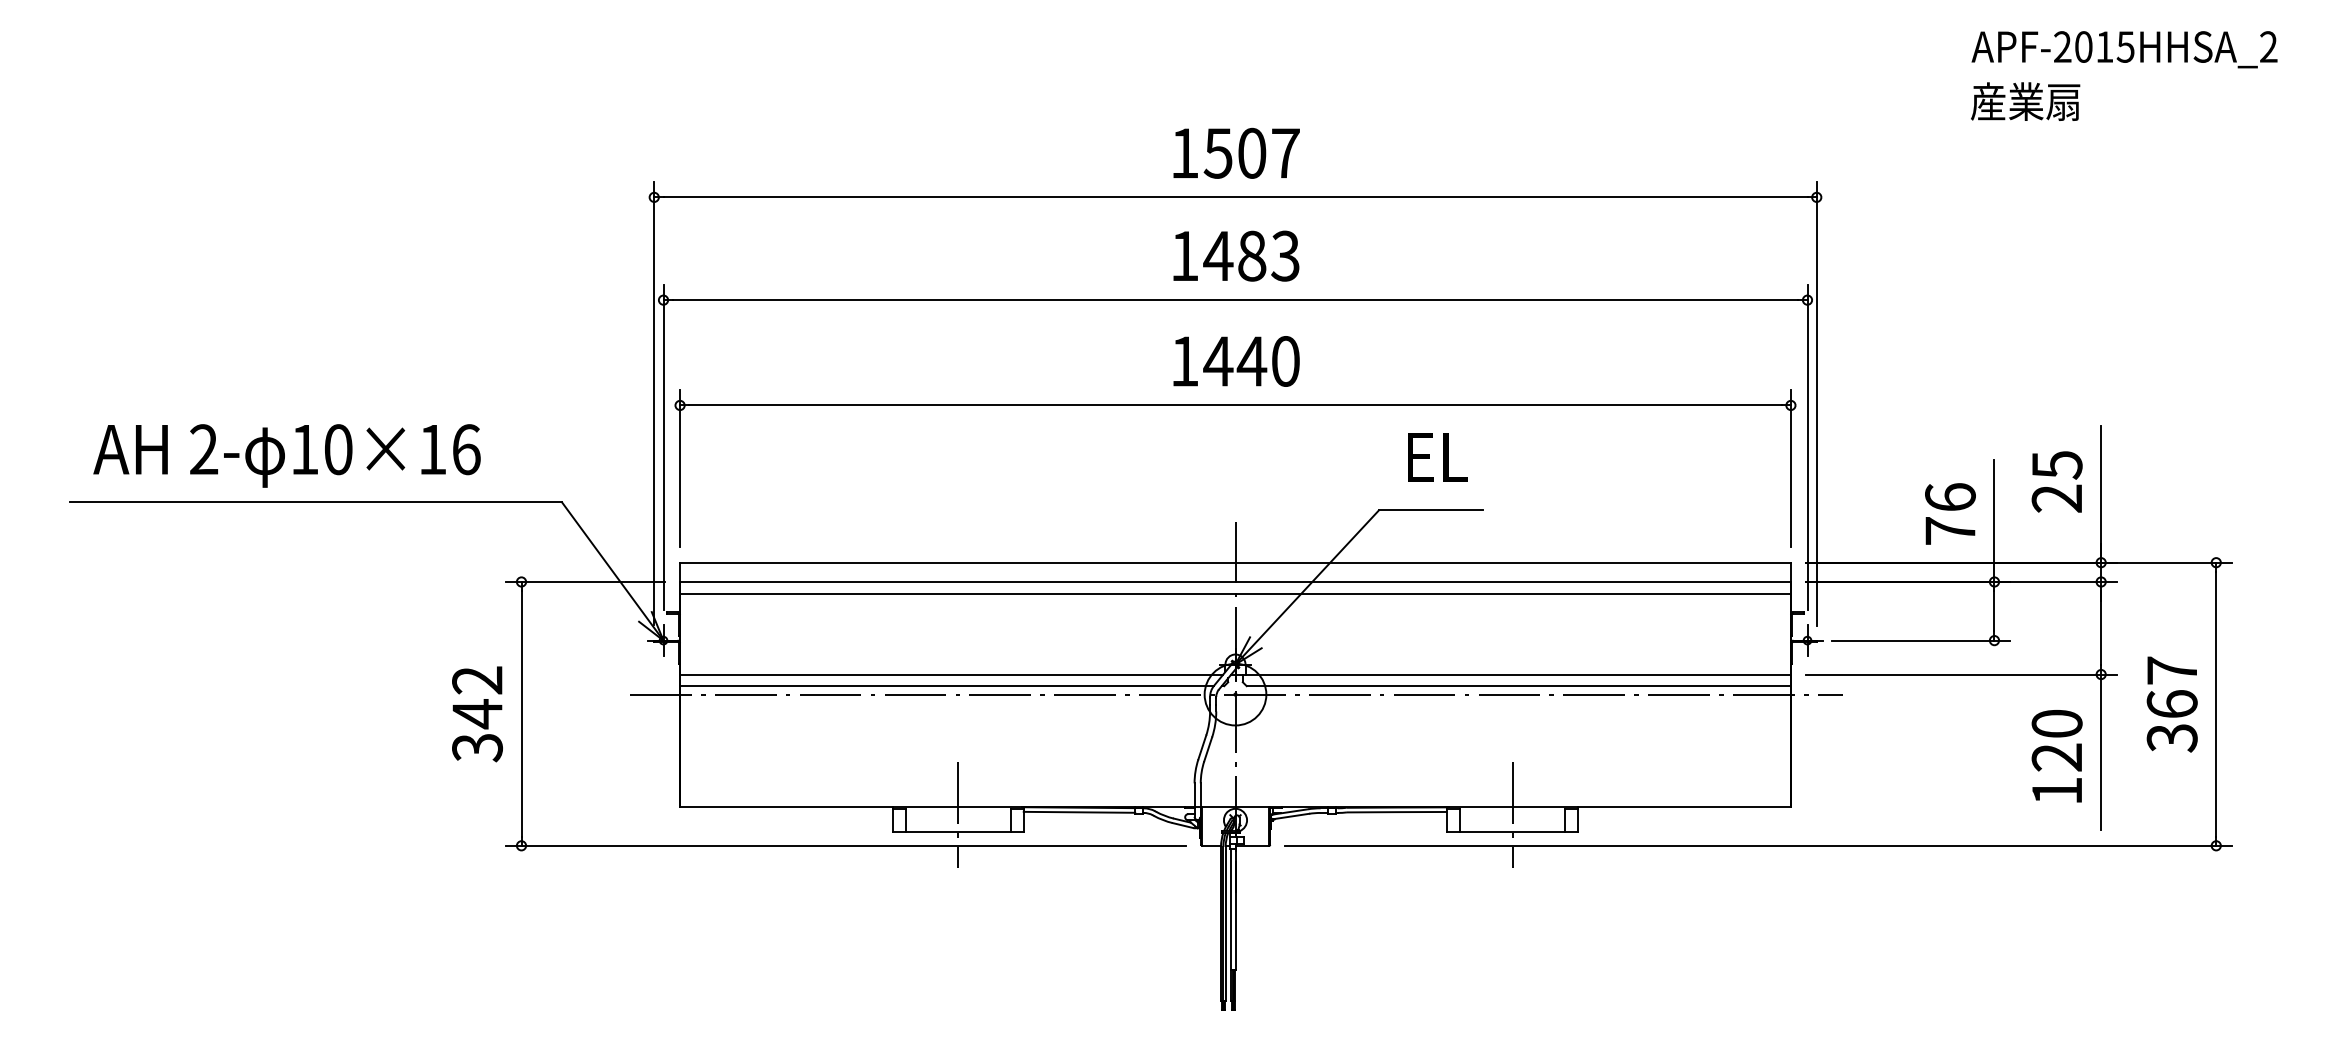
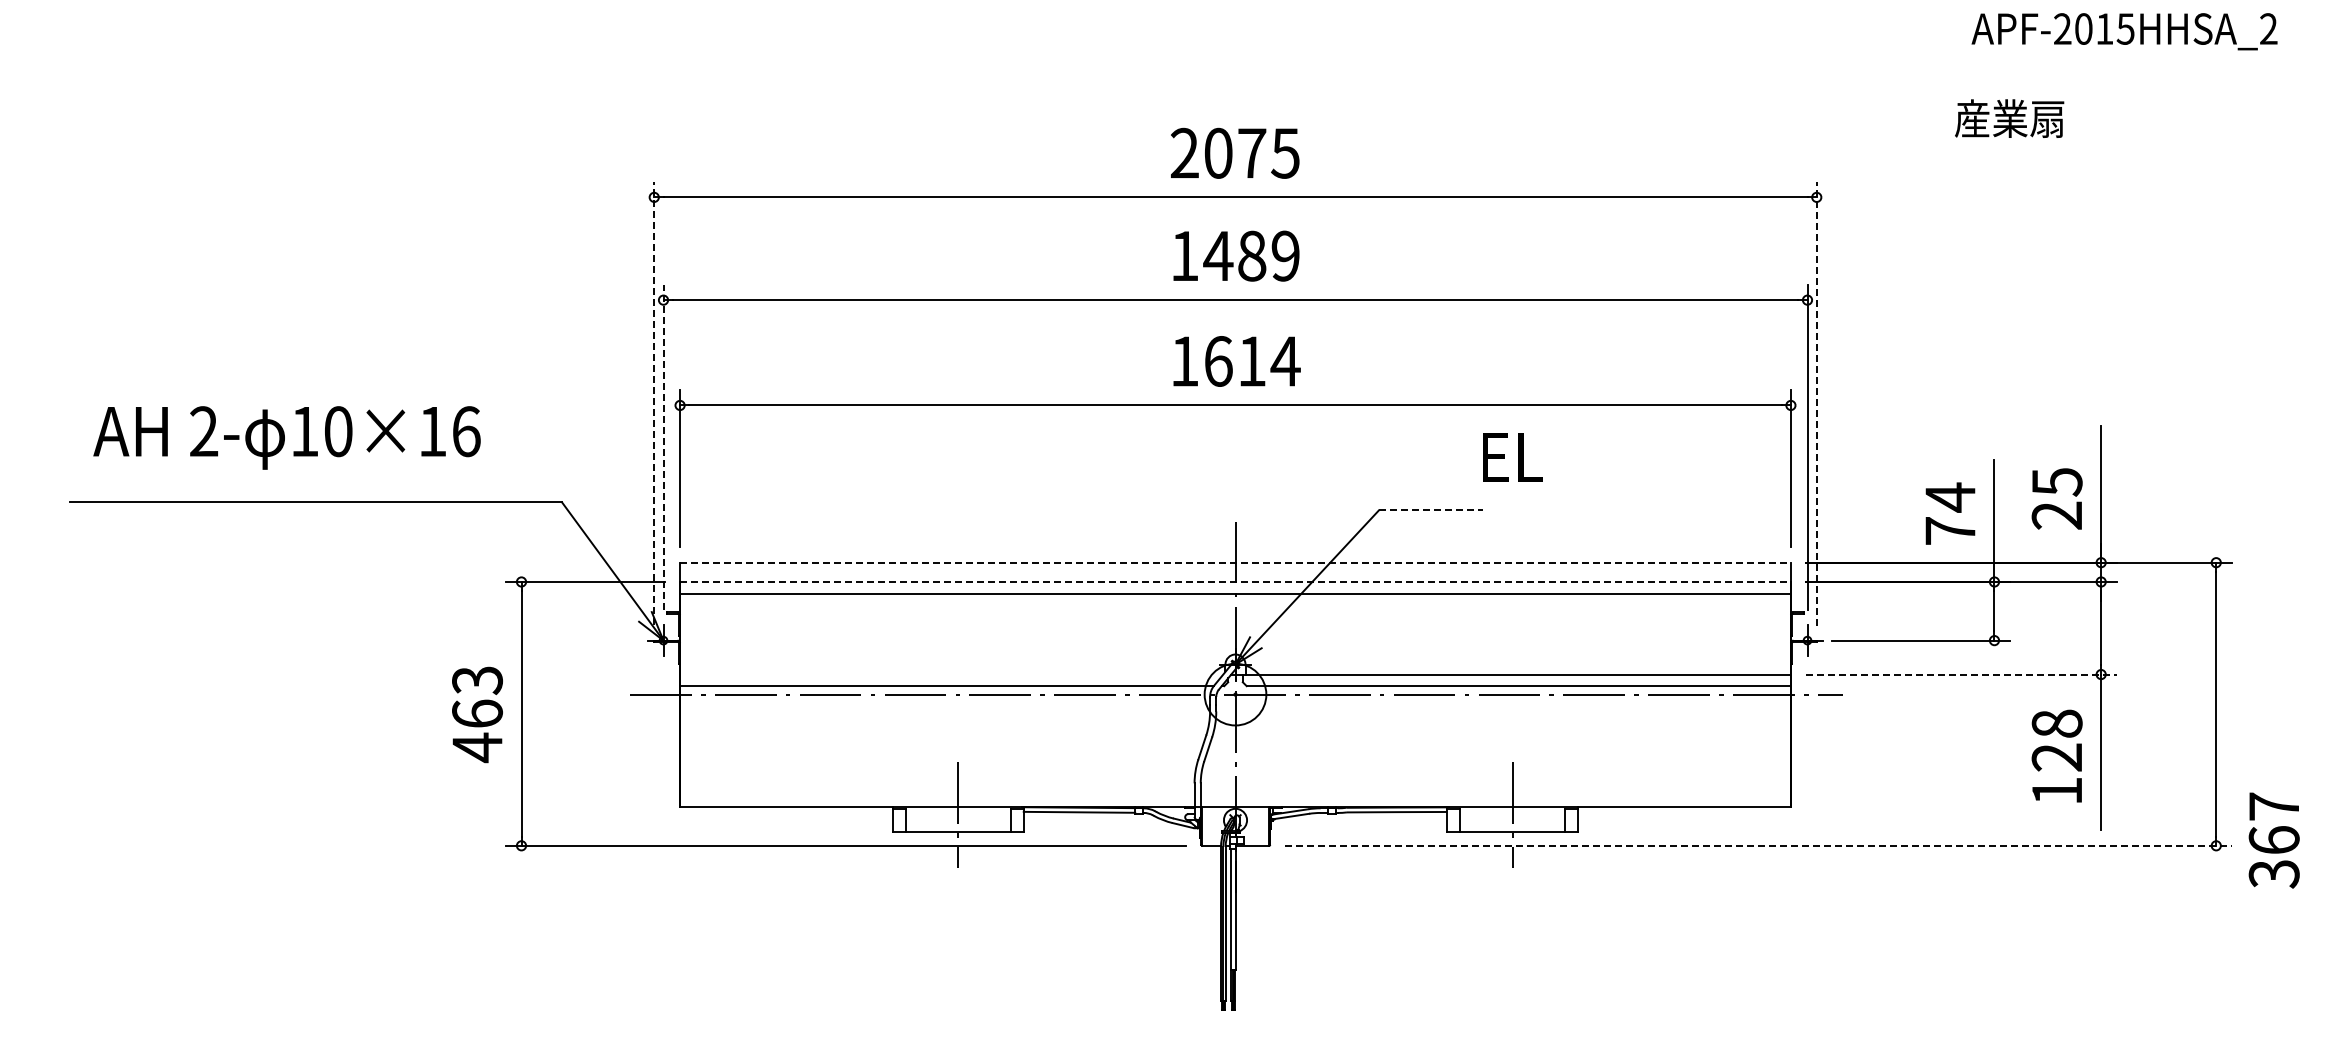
text at (2124, 49) position: (2124, 49) -> (2124, 31)
text at (2025, 101) position: (2025, 101) -> (2009, 118)
text at (1234, 152): 1507 -> 2075
text at (1285, 255): 1483 -> 1489
text at (1251, 361): 1440 -> 1614
line at (654, 403): solid -> dashed
line at (1816, 403): solid -> dashed
line at (663, 447): solid -> dashed
text at (286, 455) position: (286, 455) -> (286, 437)
text at (1437, 457) position: (1437, 457) -> (1512, 457)
text at (2056, 481) position: (2056, 481) -> (2056, 498)
text at (1950, 497): 76 -> 74
line at (1431, 510): solid -> dashed
line at (1236, 562): solid -> dashed
line at (1236, 581): solid -> dashed
line at (951, 674): present -> none
line at (1961, 674): solid -> dashed
text at (2171, 704) position: (2171, 704) -> (2273, 840)
text at (477, 714): 342 -> 463
text at (2056, 723): 120 -> 128
line at (1758, 845): solid -> dashed
